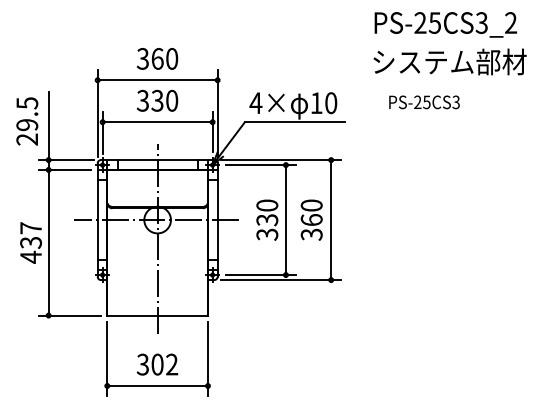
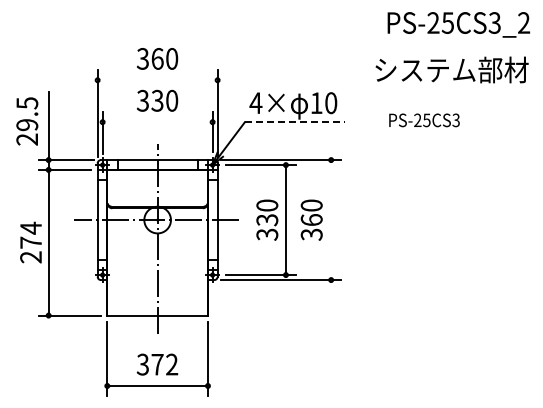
text at (445, 24) position: (445, 24) -> (458, 24)
text at (449, 61) position: (449, 61) -> (451, 69)
line at (157, 80): present -> none
text at (424, 102) position: (424, 102) -> (424, 120)
line at (157, 122): present -> none
line at (294, 122): solid -> dashed
line at (331, 219): present -> none
text at (31, 242): 437 -> 274
text at (157, 364): 302 -> 372
